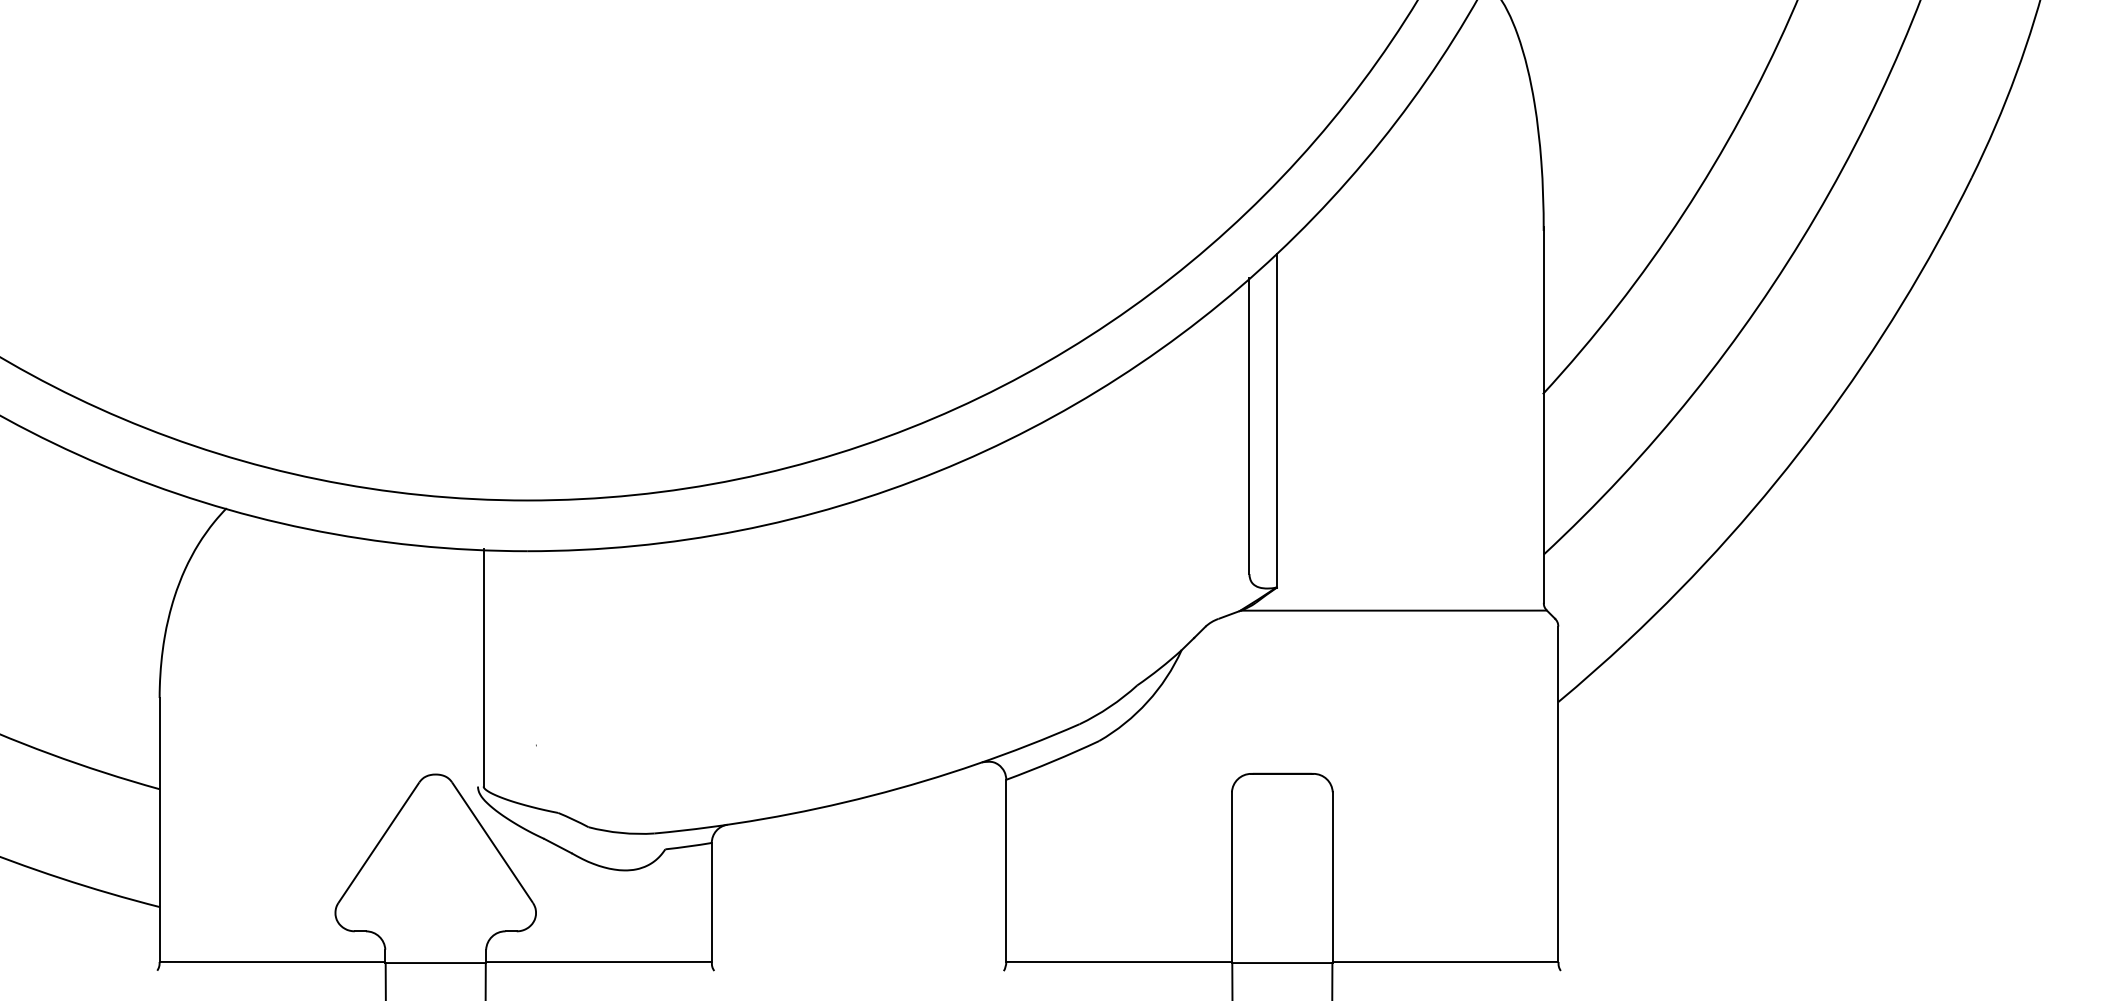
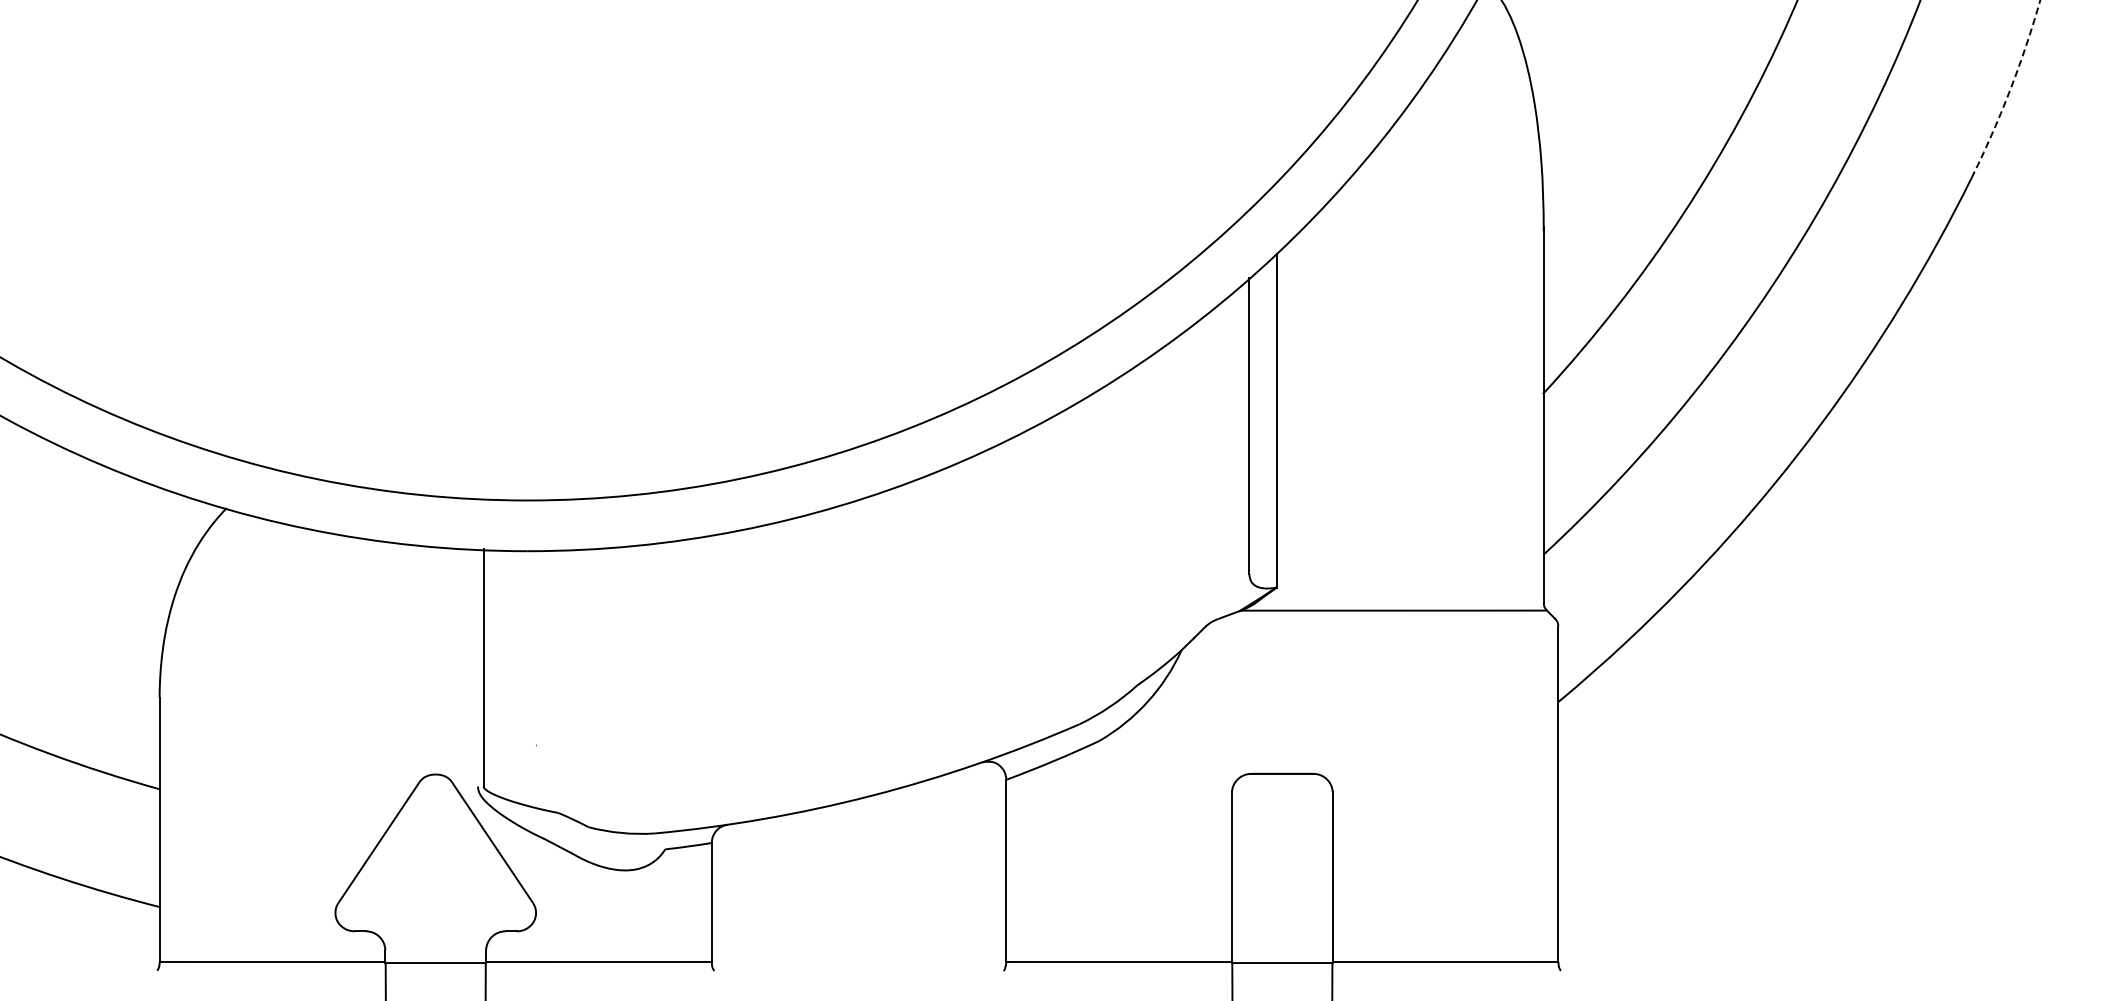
arc at (2010, 90): solid -> dashed
